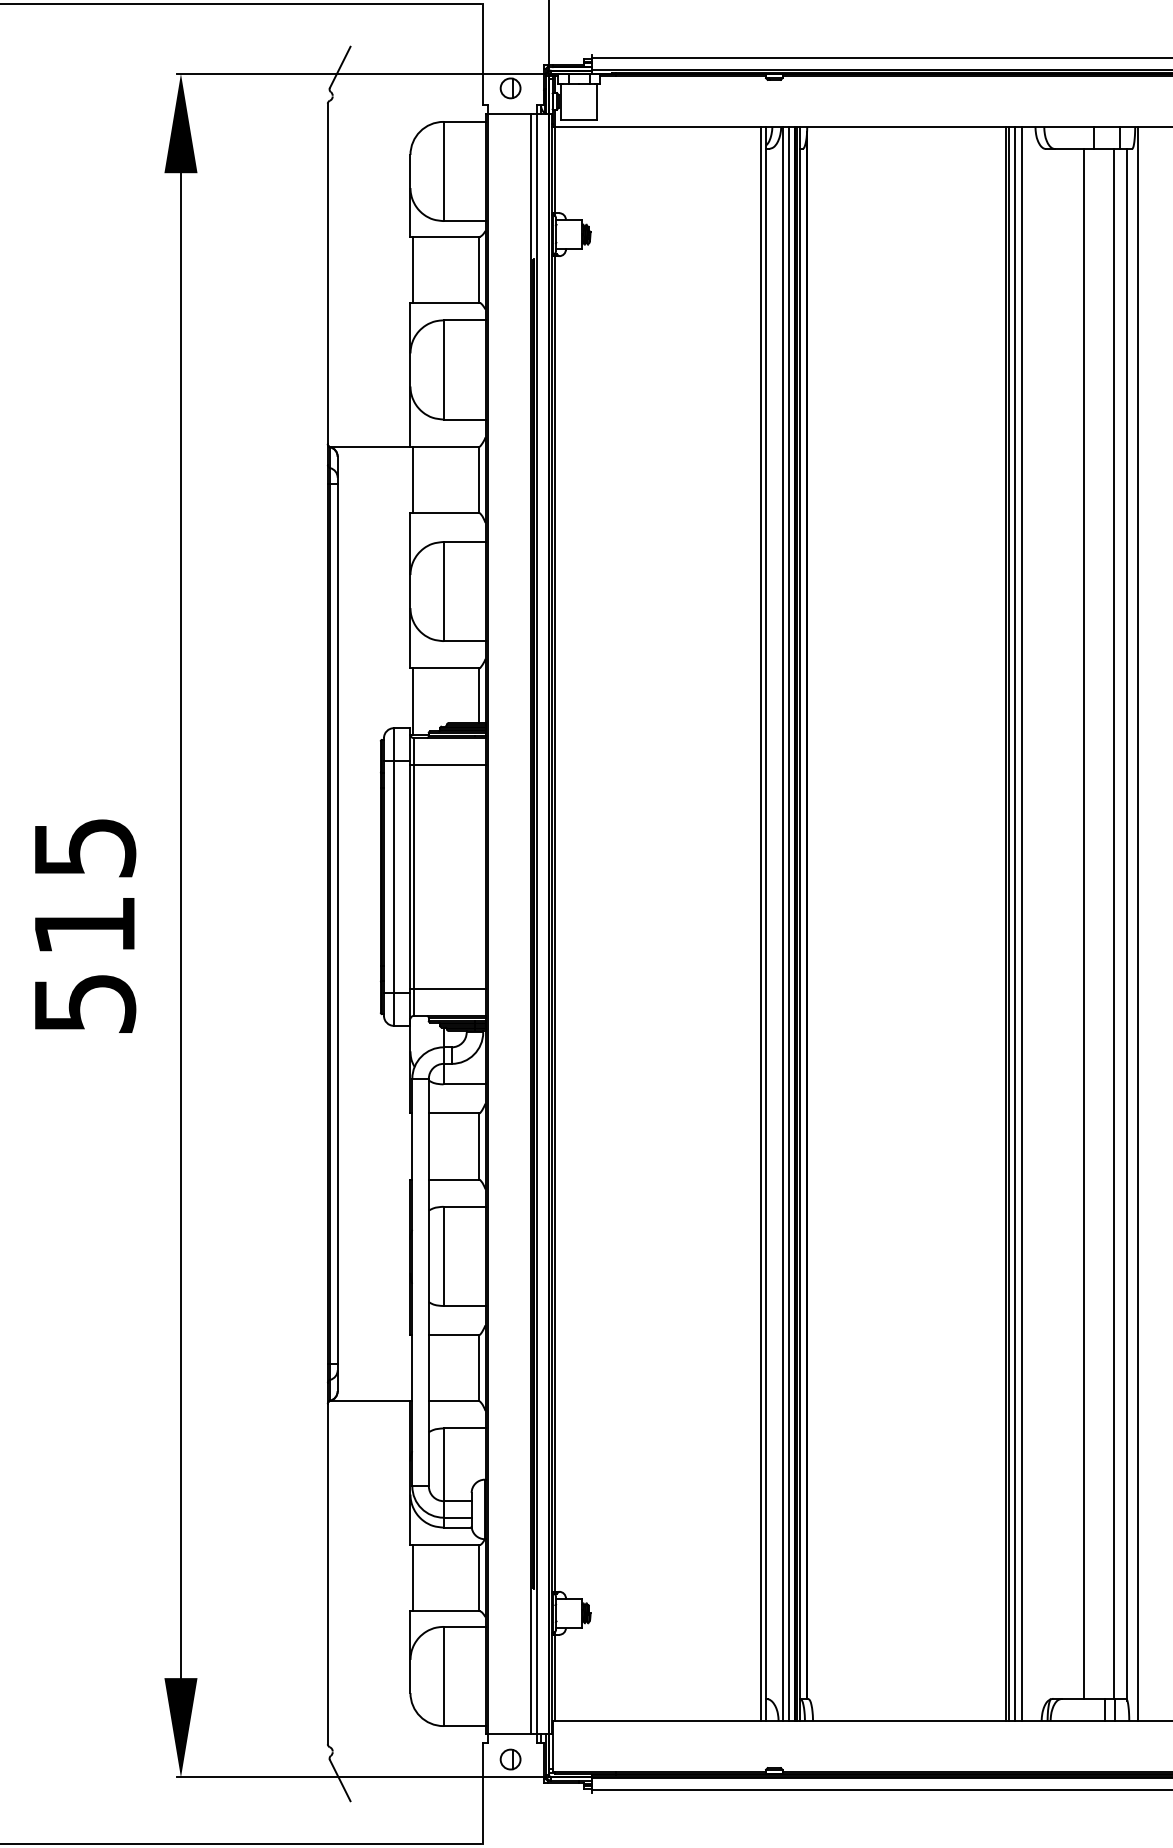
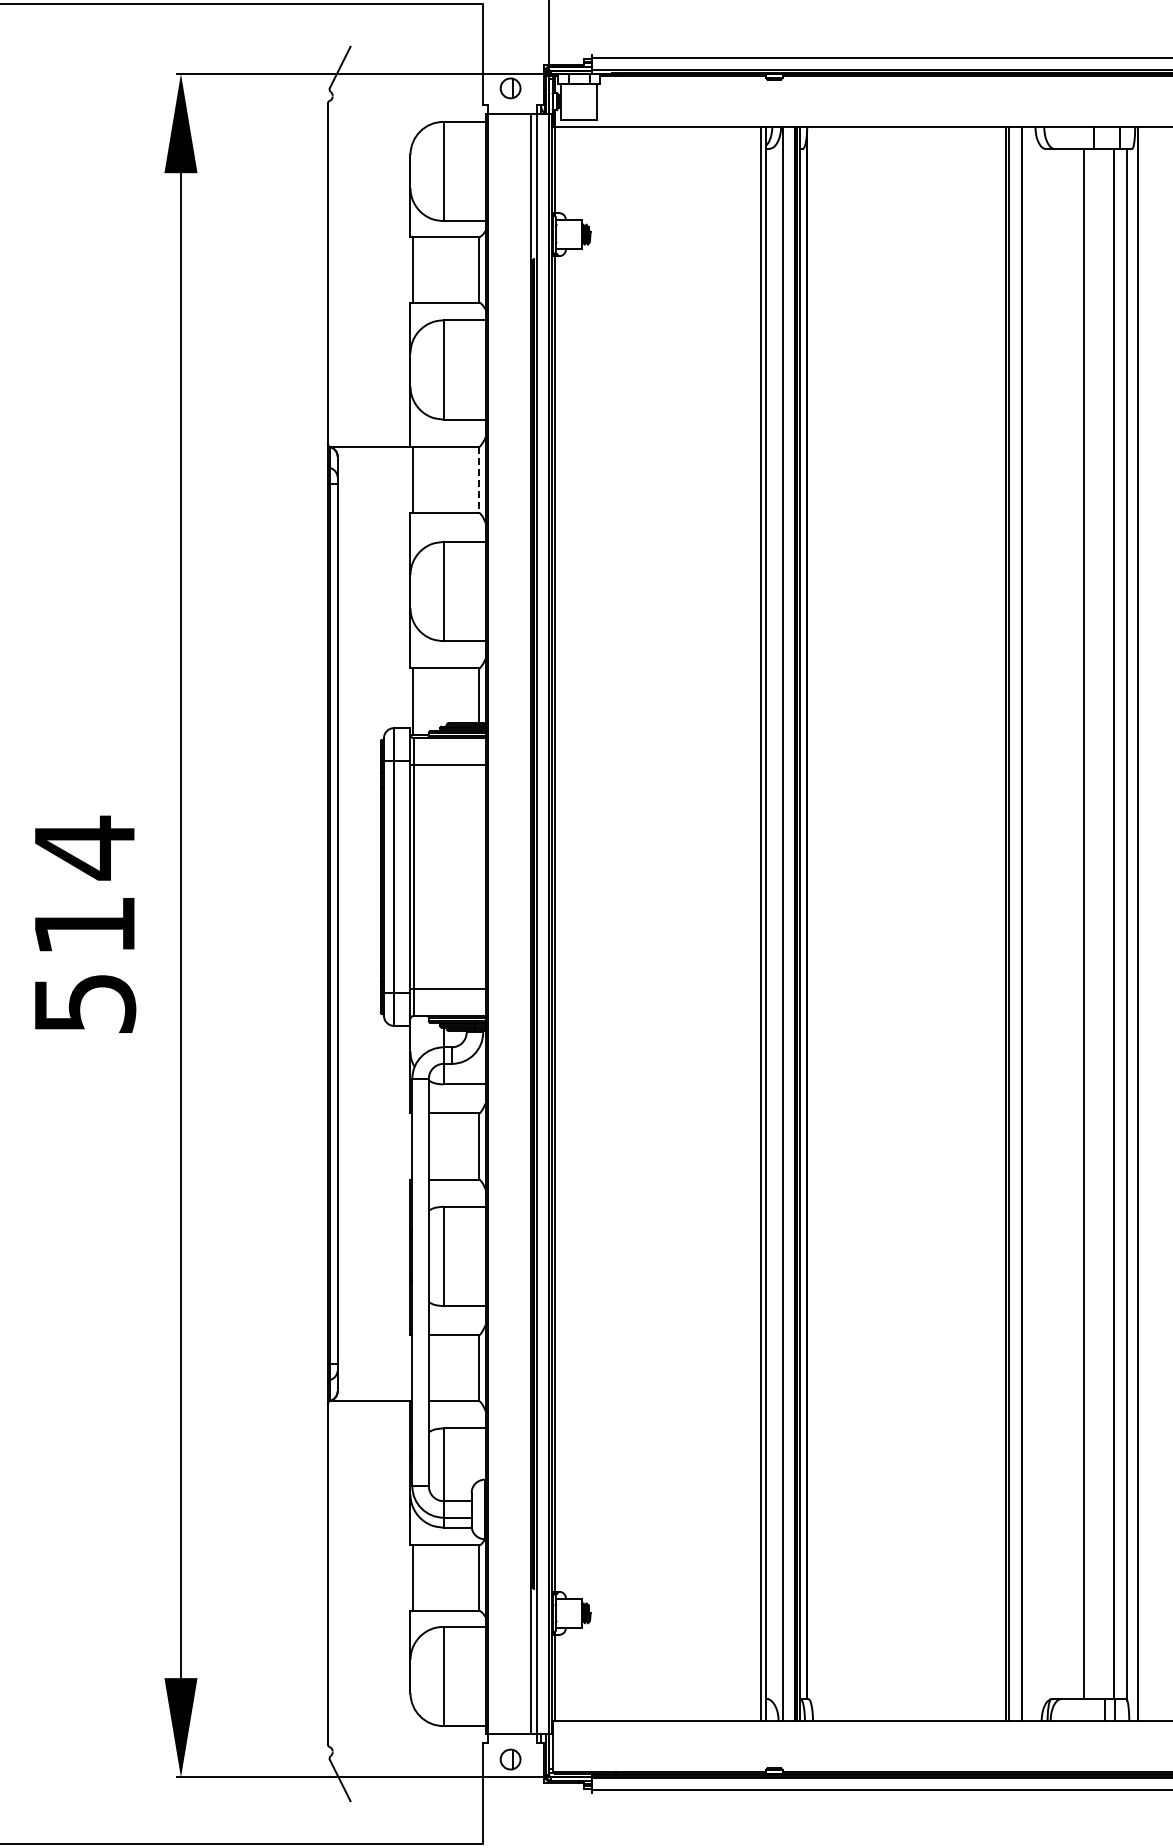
line at (479, 480): solid -> dashed
text at (85, 847): 515 -> 514
line at (788, 923): present -> none
line at (1015, 923): present -> none
